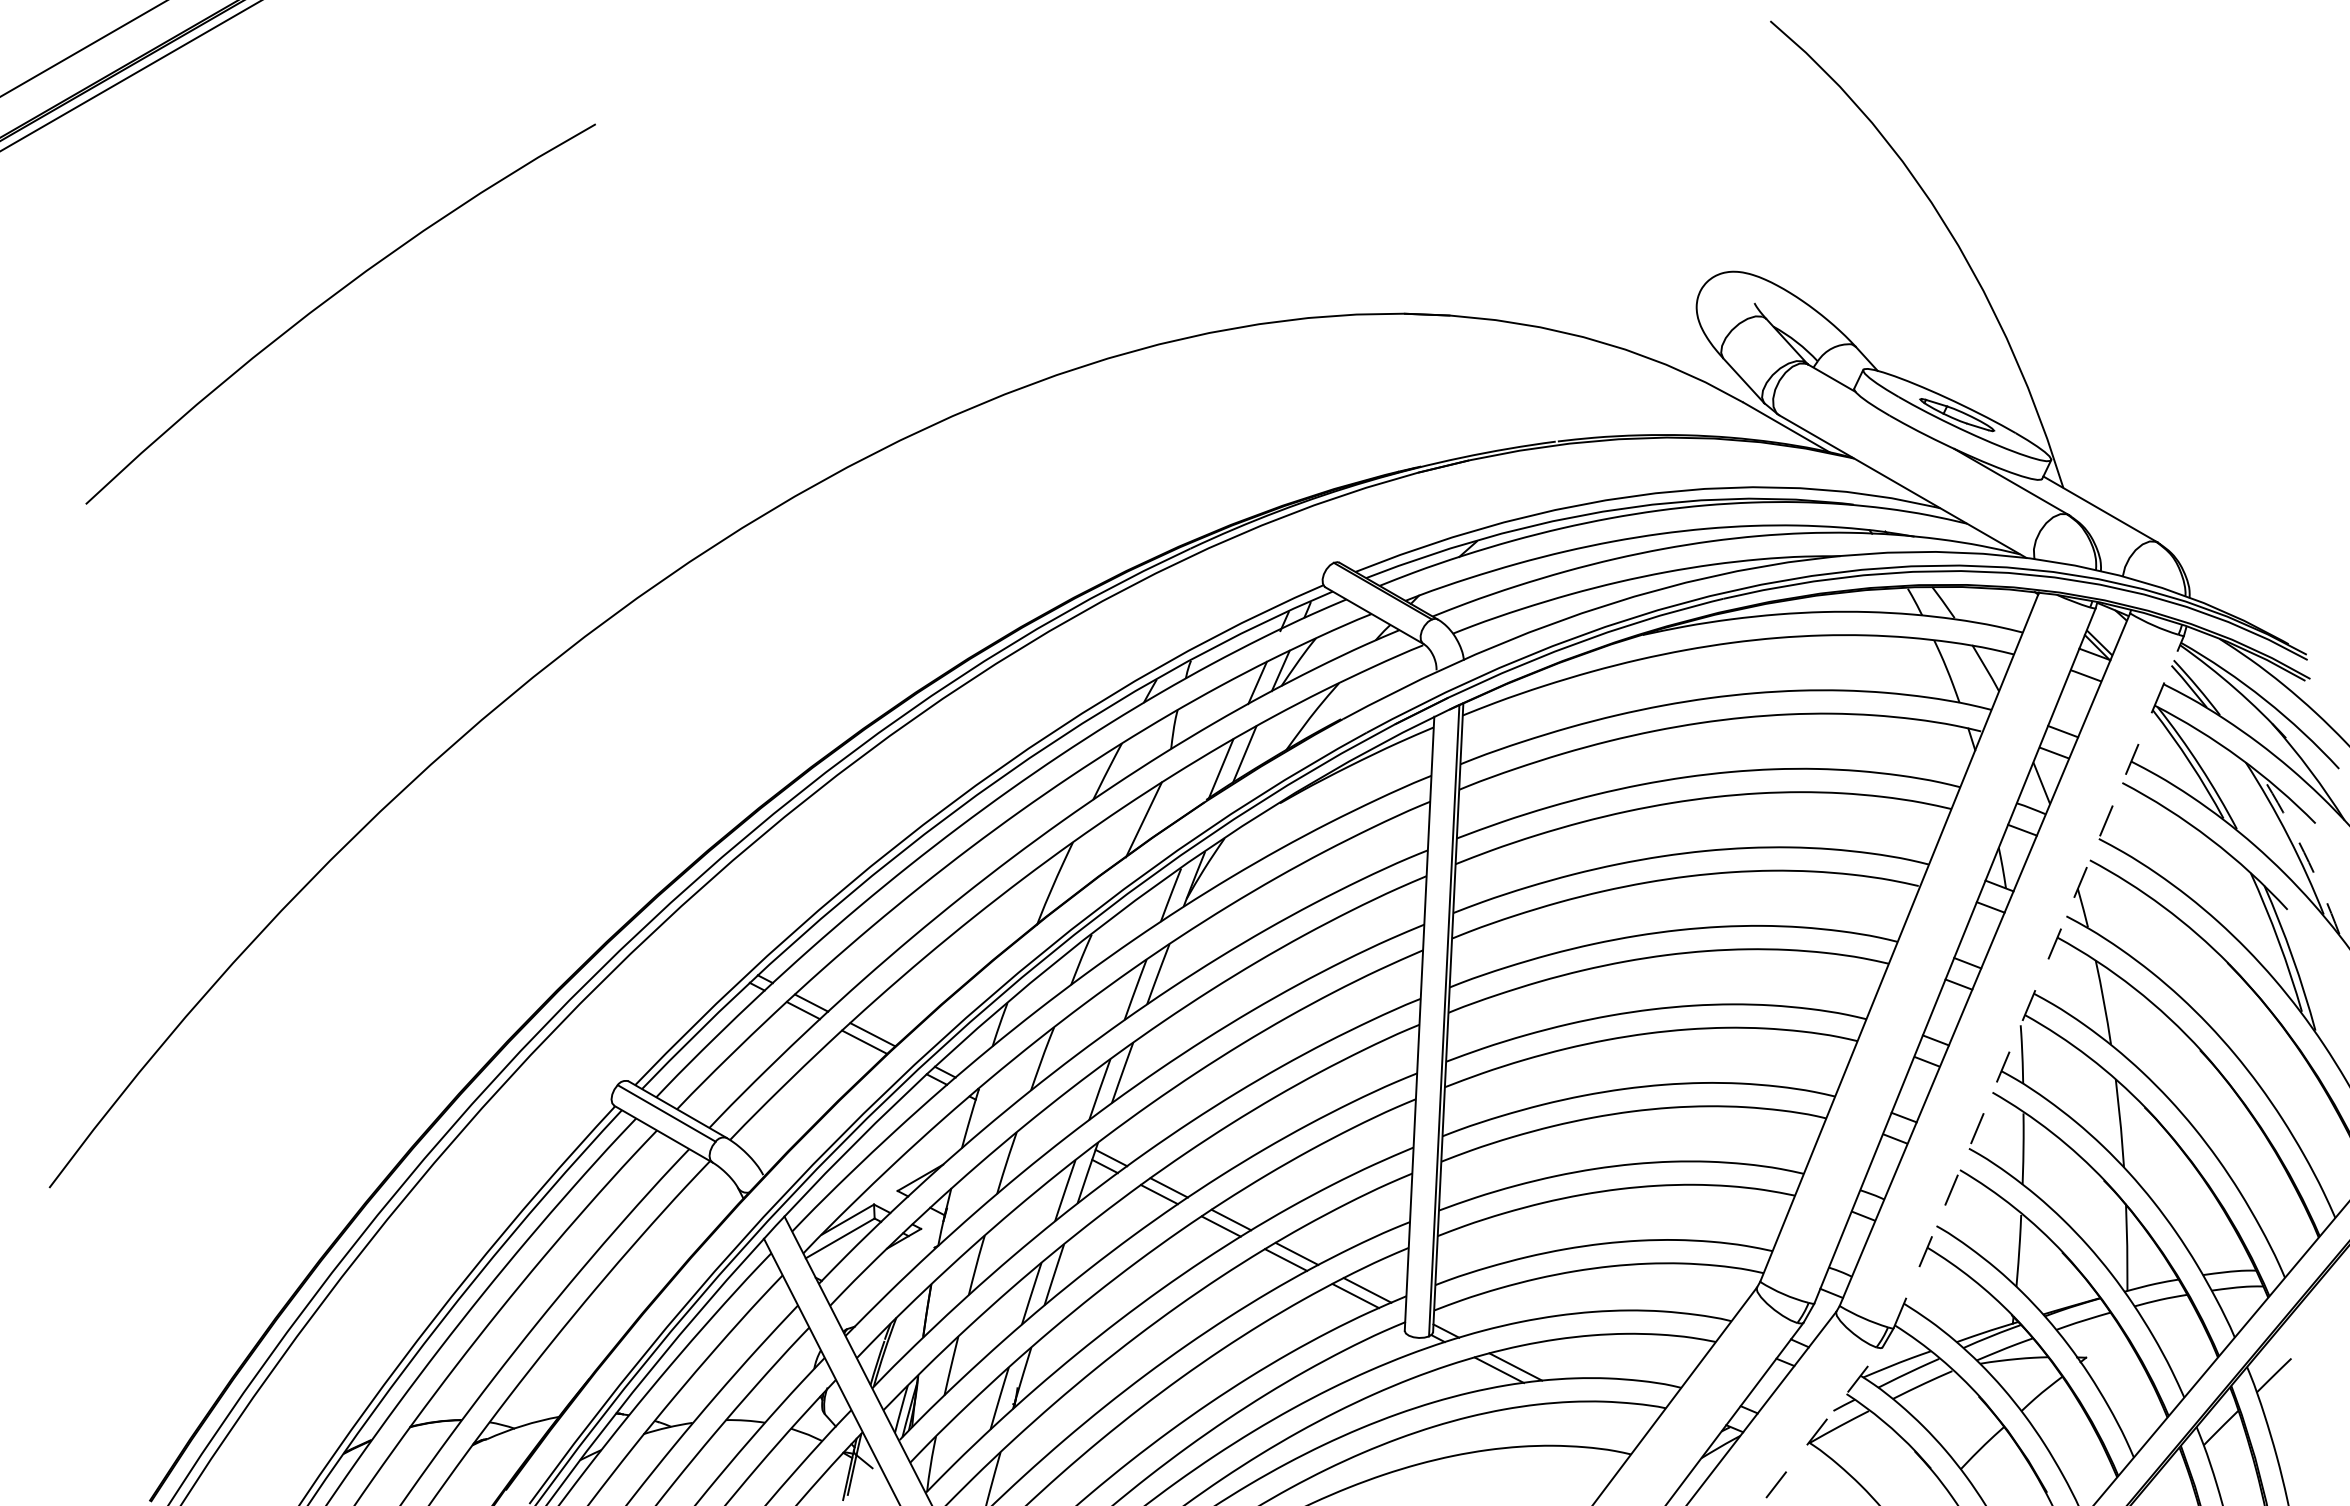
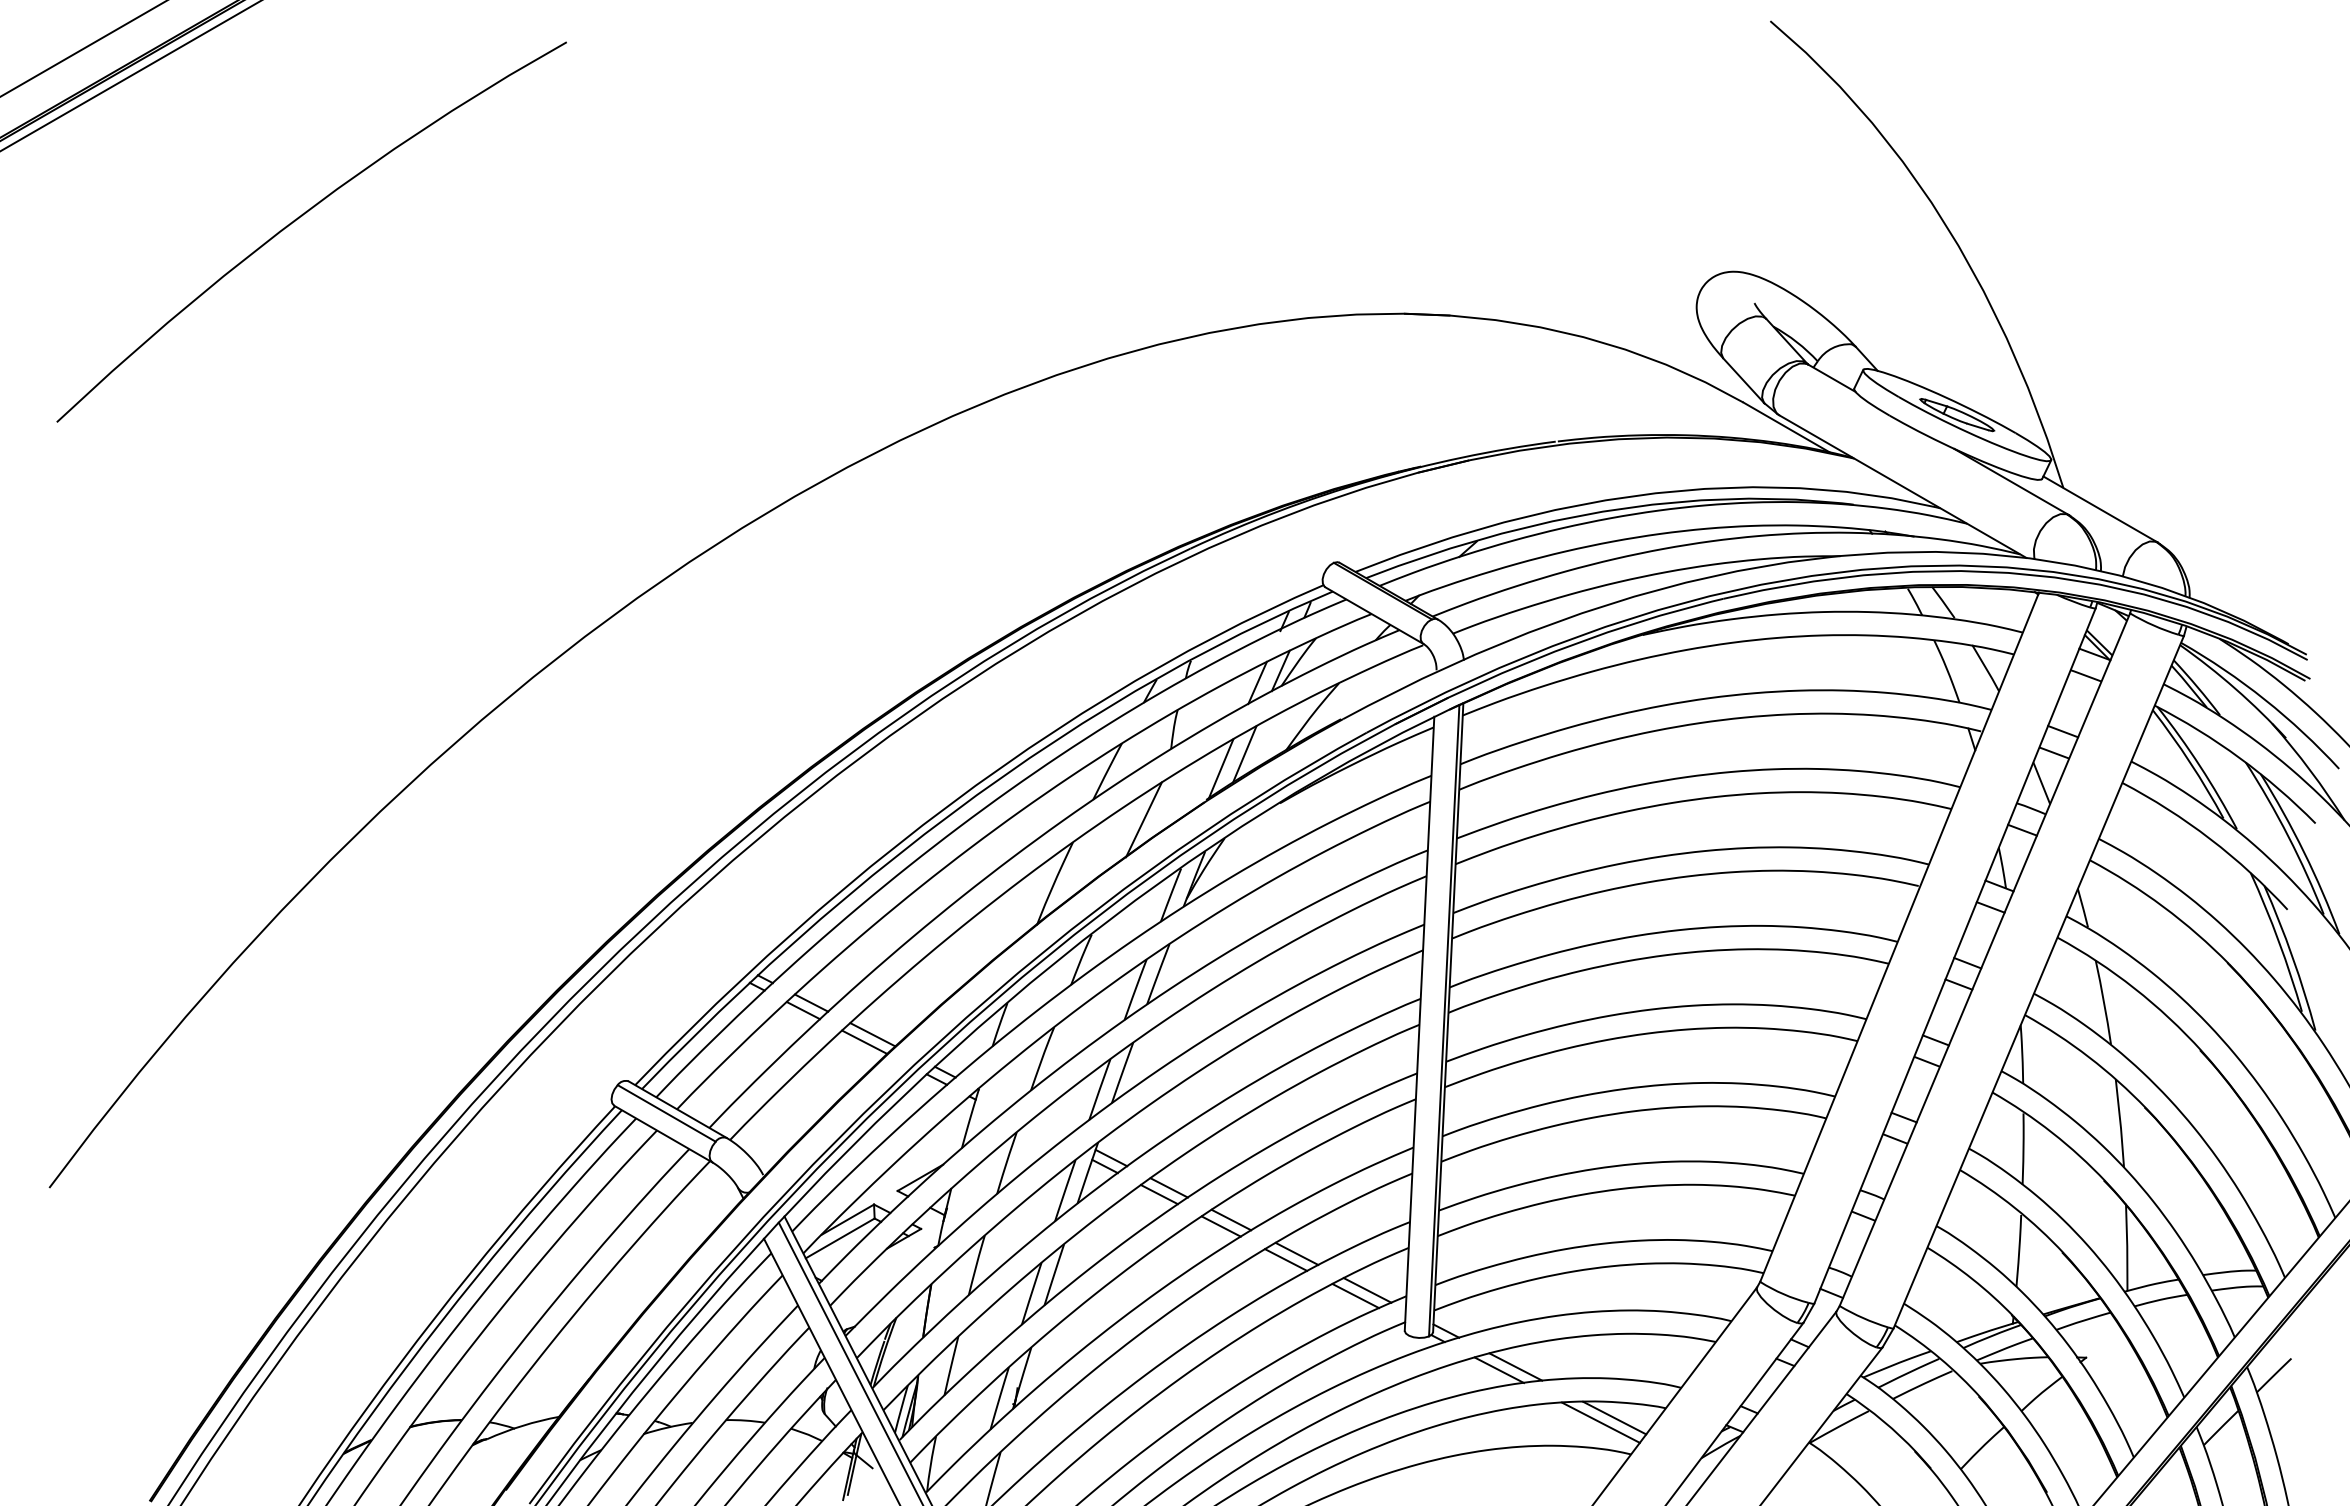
curve at (331, 298) position: (331, 298) -> (302, 216)
arc at (2304, 852): dashed -> solid
line at (2038, 982): dashed -> solid
line at (849, 1362): none -> present
line at (1614, 1417): none -> present
line at (1600, 1422): none -> present
line at (1821, 1426): dashed -> solid
